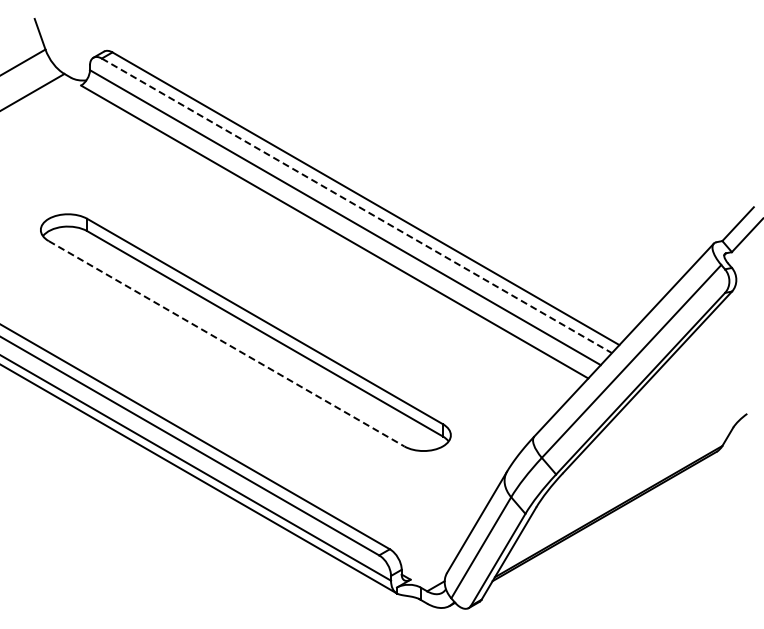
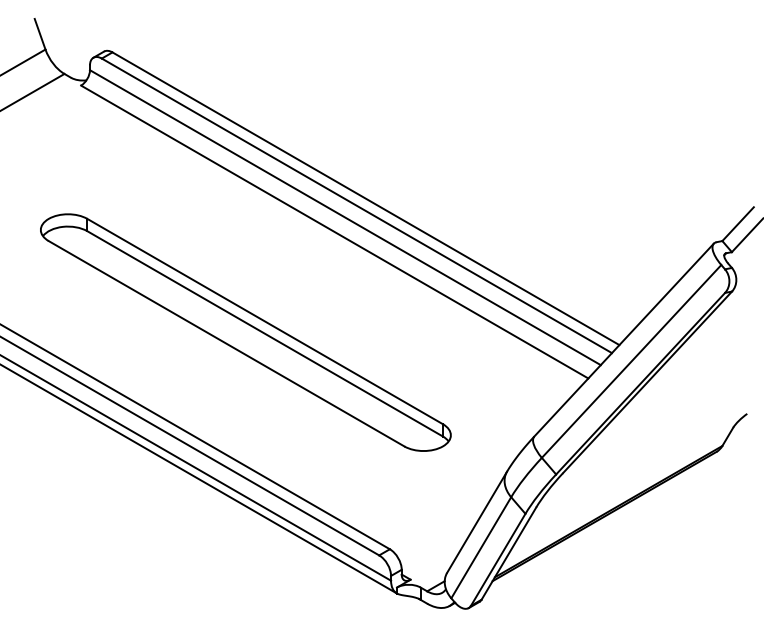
line at (356, 205): dashed -> solid
line at (227, 344): dashed -> solid
